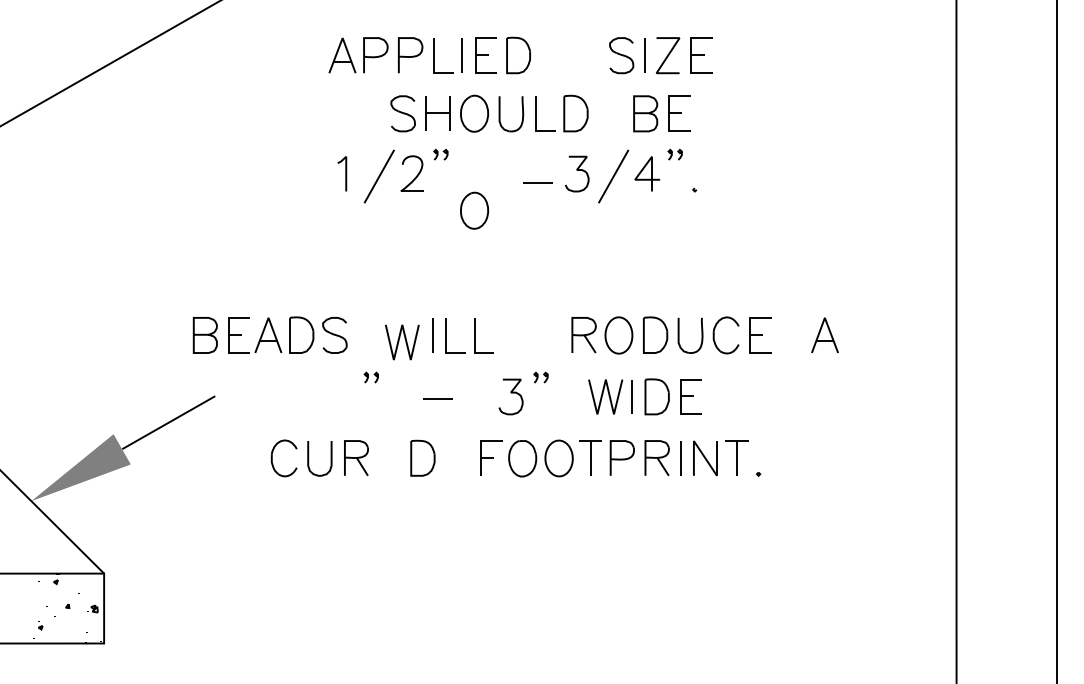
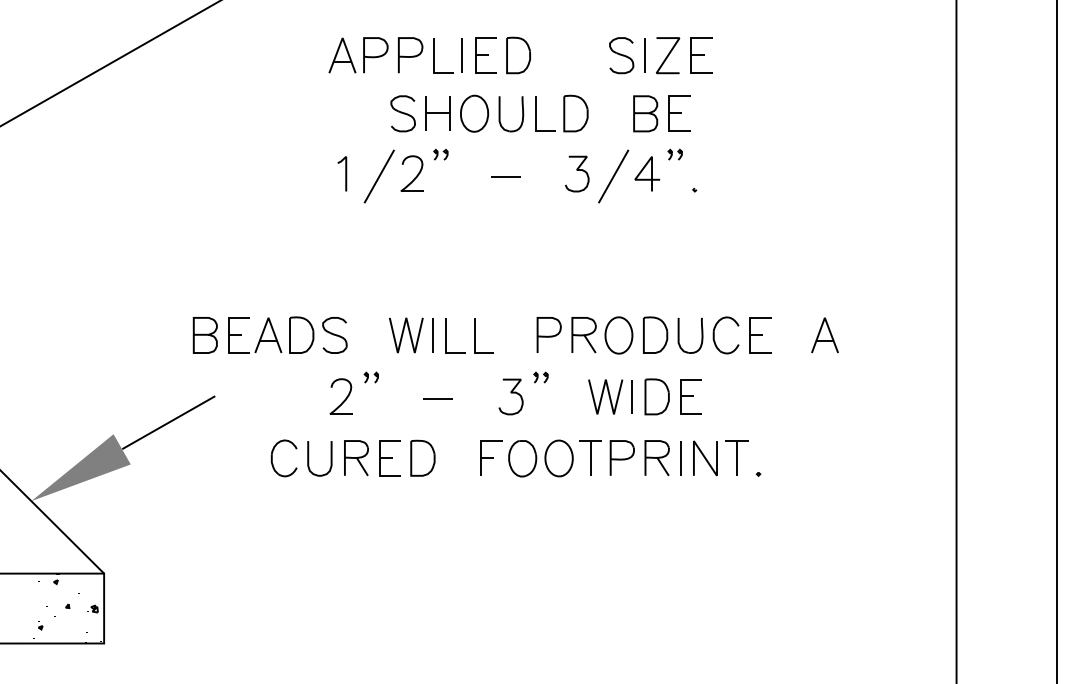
line at (537, 182) position: (537, 182) -> (505, 176)
part at (474, 210): present -> none
part at (548, 334): none -> present
line at (405, 342) position: (405, 342) -> (409, 335)
part at (340, 396): none -> present
part at (389, 458): none -> present
